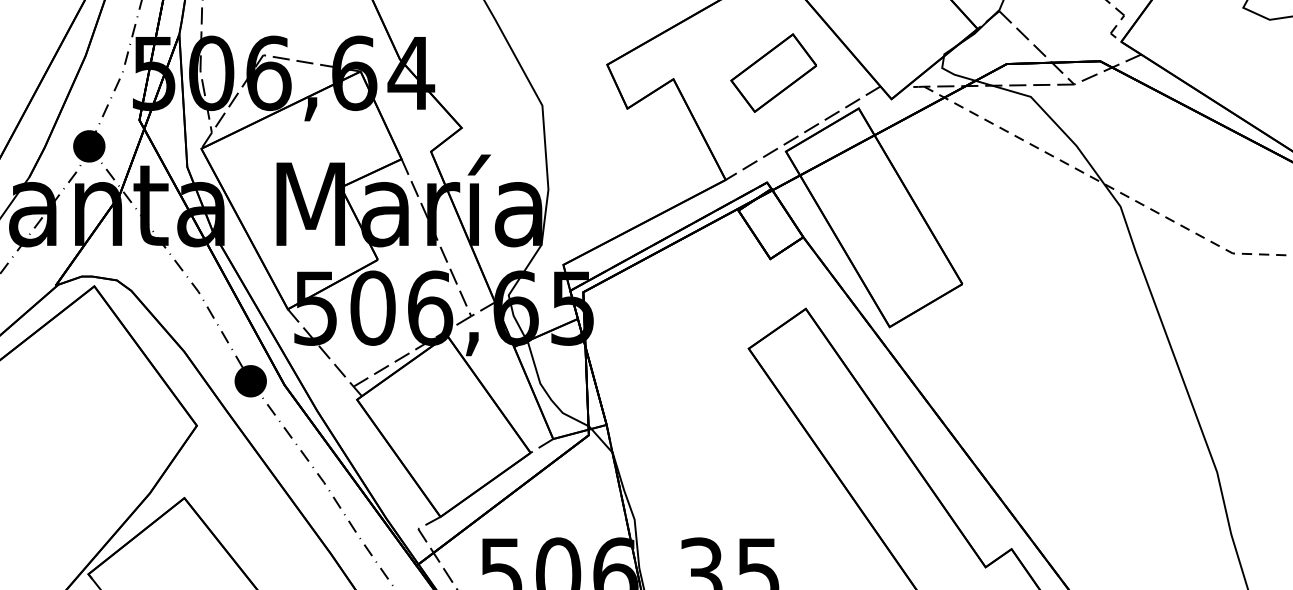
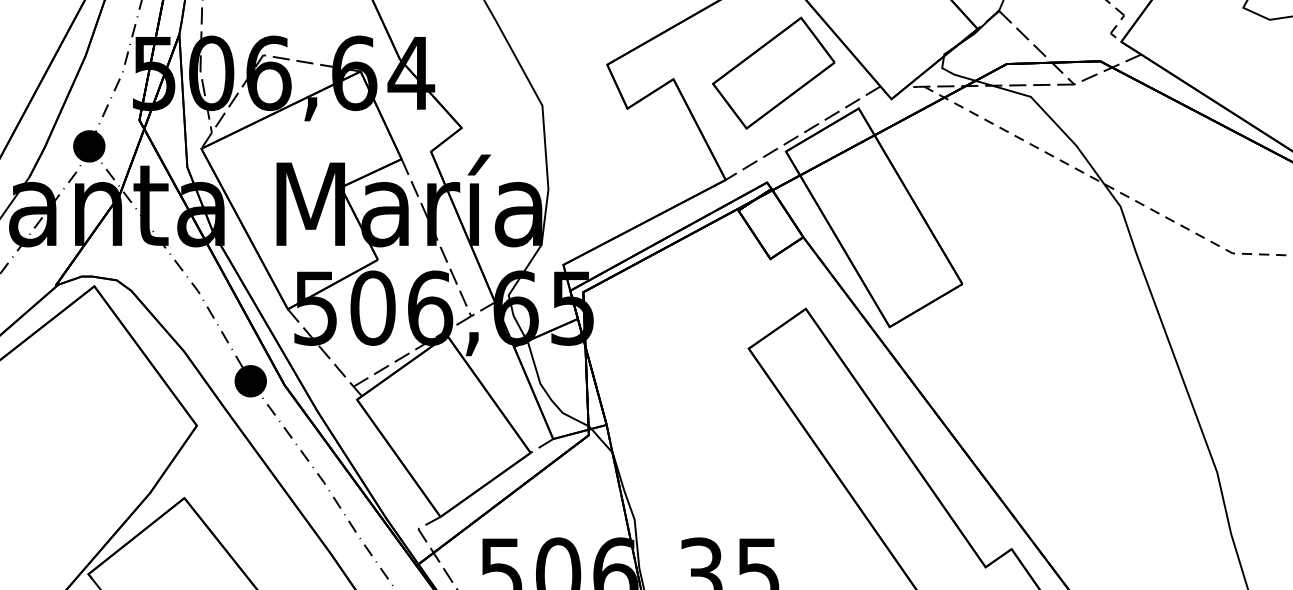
part at (773, 72) size: 87x80 px -> 124x114 px
